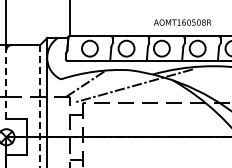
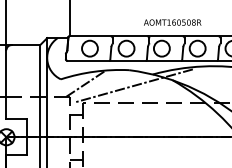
text at (182, 22) position: (182, 22) -> (172, 22)
line at (6, 84): dashed -> solid
line at (40, 106): dashed -> solid
